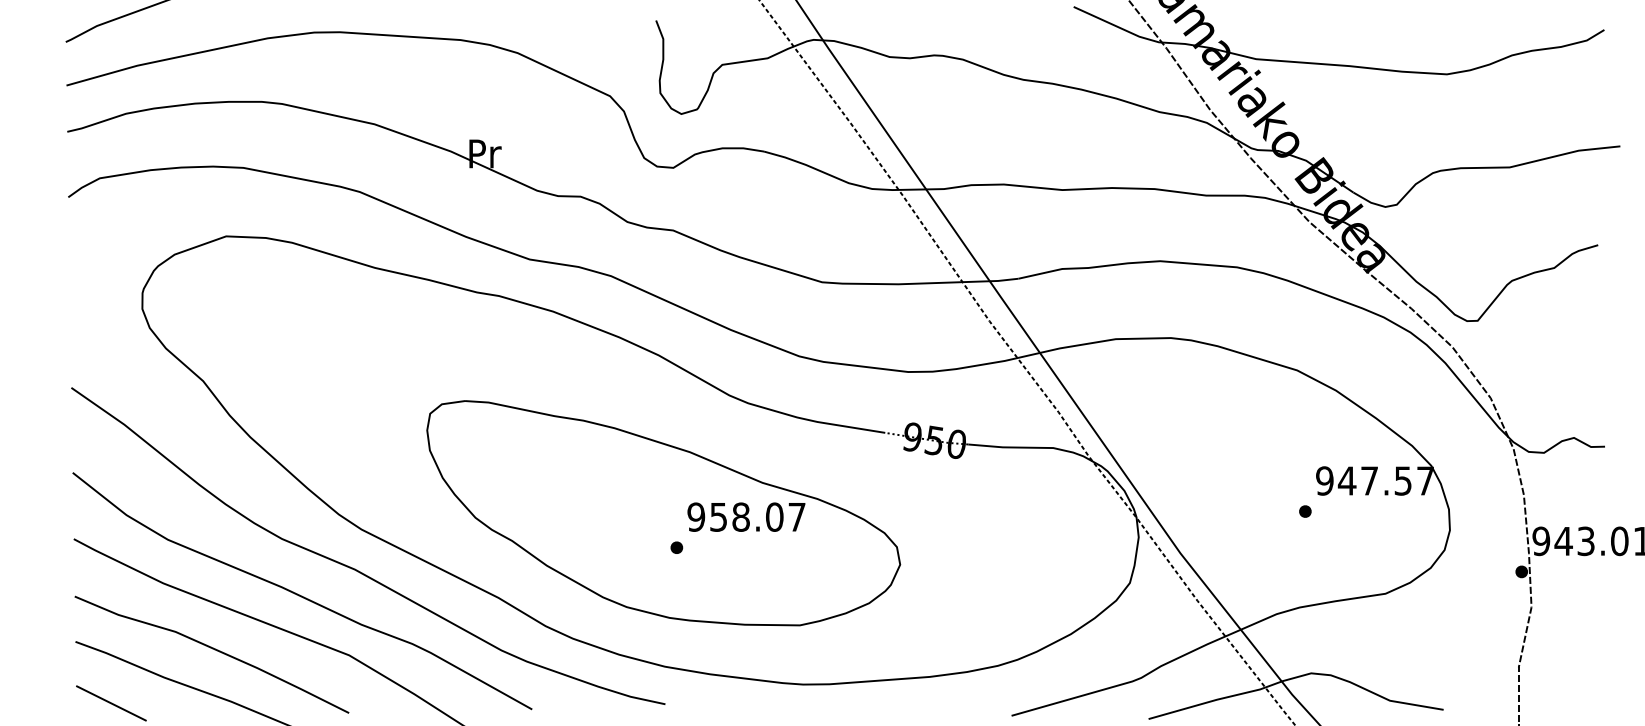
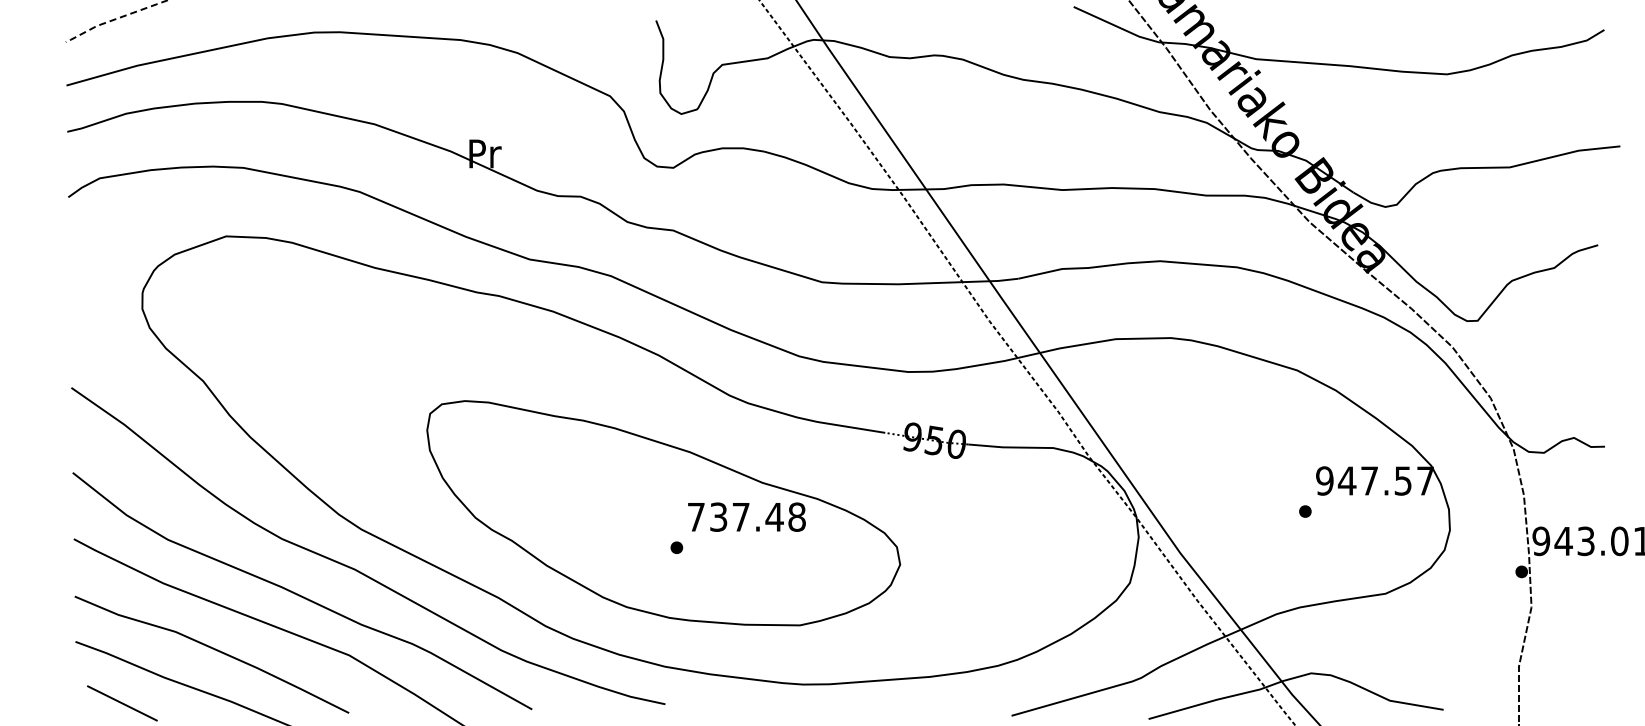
line at (114, 19): solid -> dashed
text at (746, 516): 958.07 -> 737.48
line at (111, 703) position: (111, 703) -> (122, 703)
